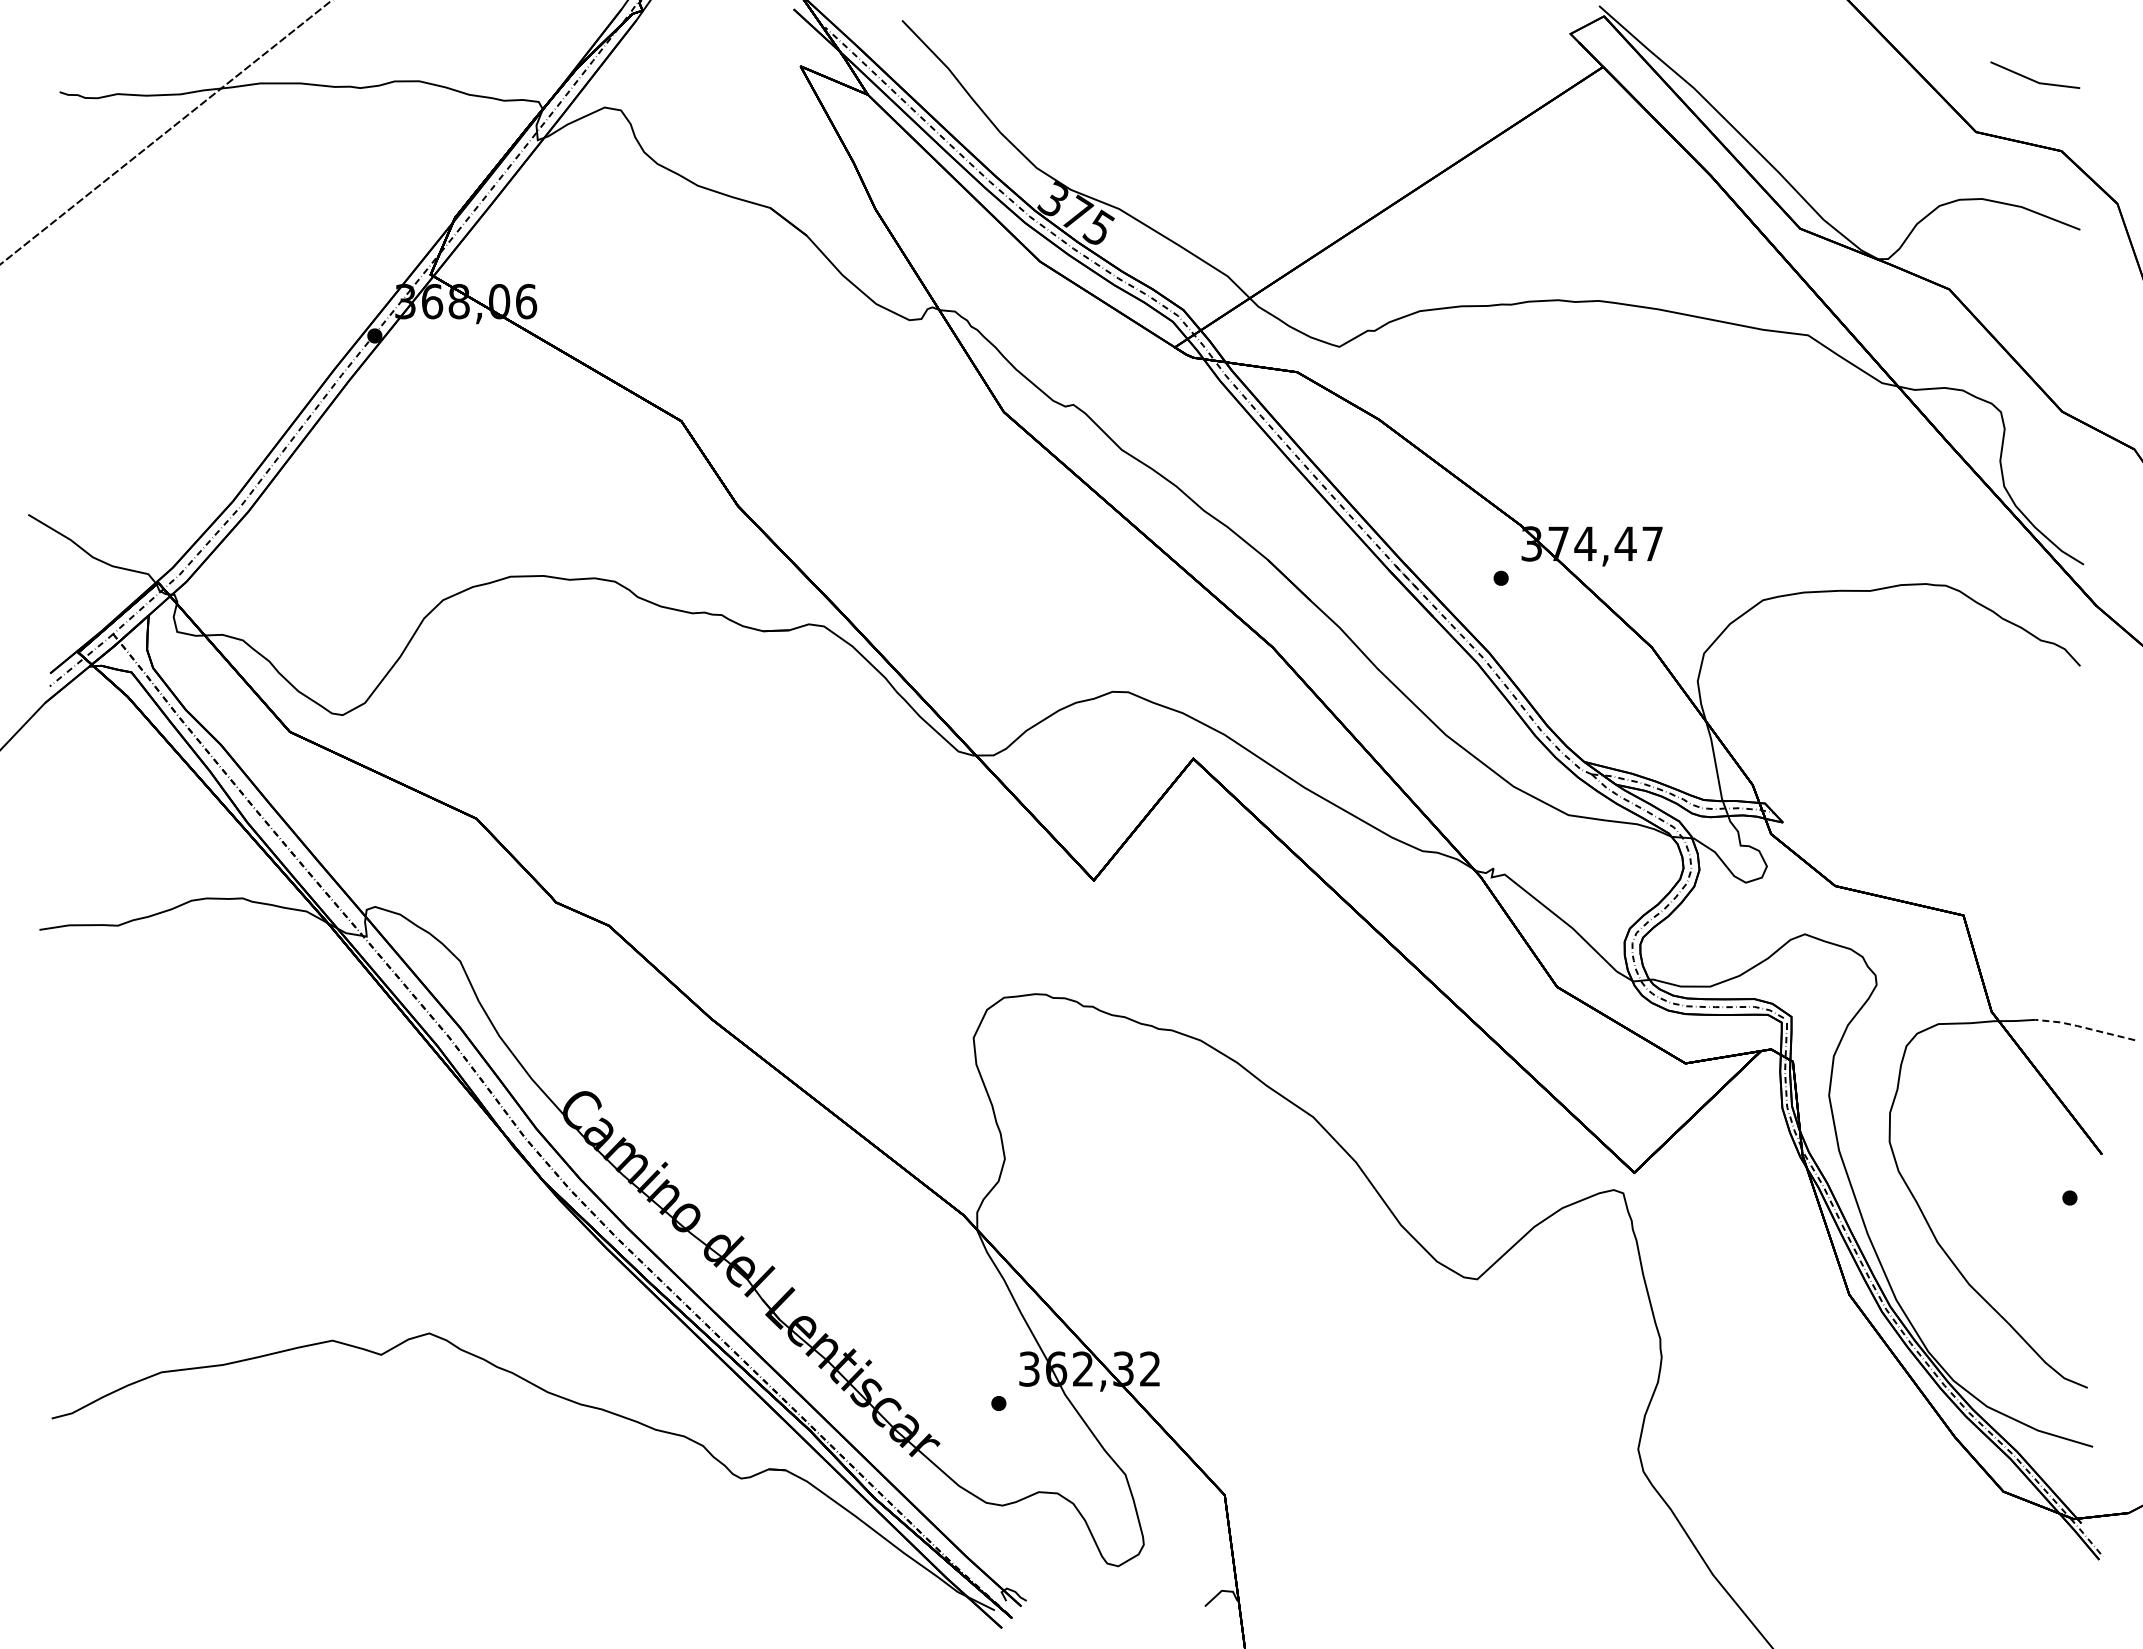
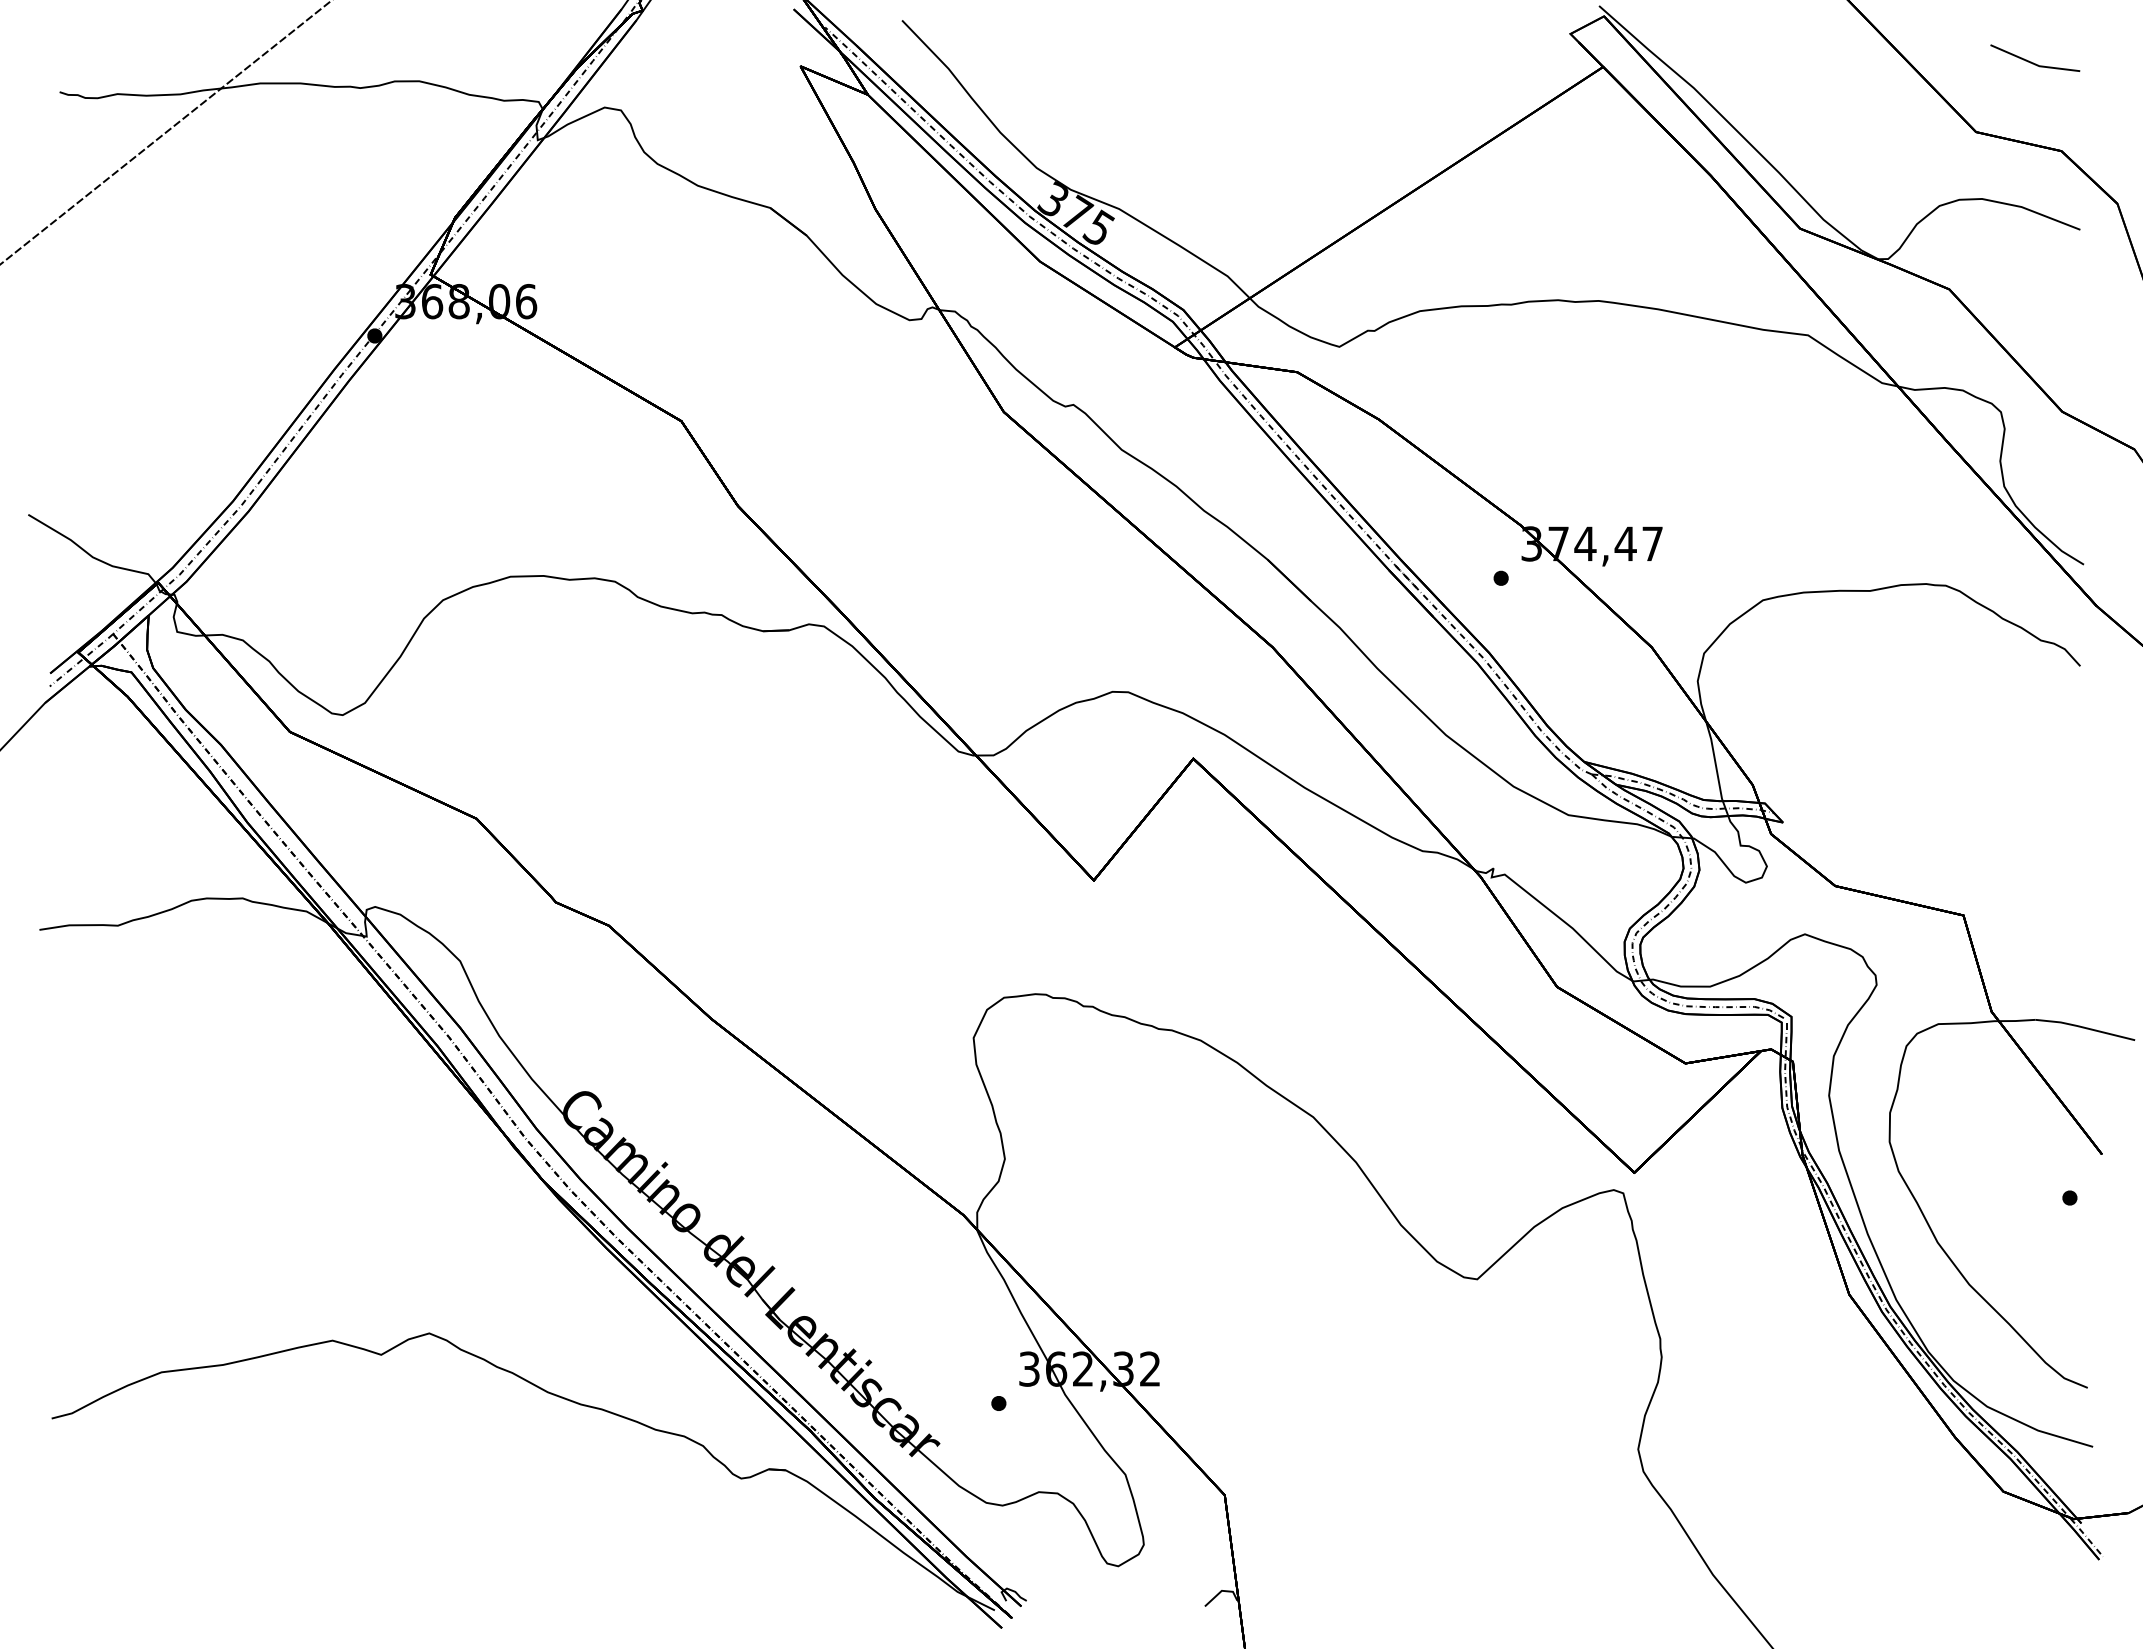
line at (2033, 79) position: (2033, 79) -> (2033, 62)
line at (2084, 1027): dashed -> solid
